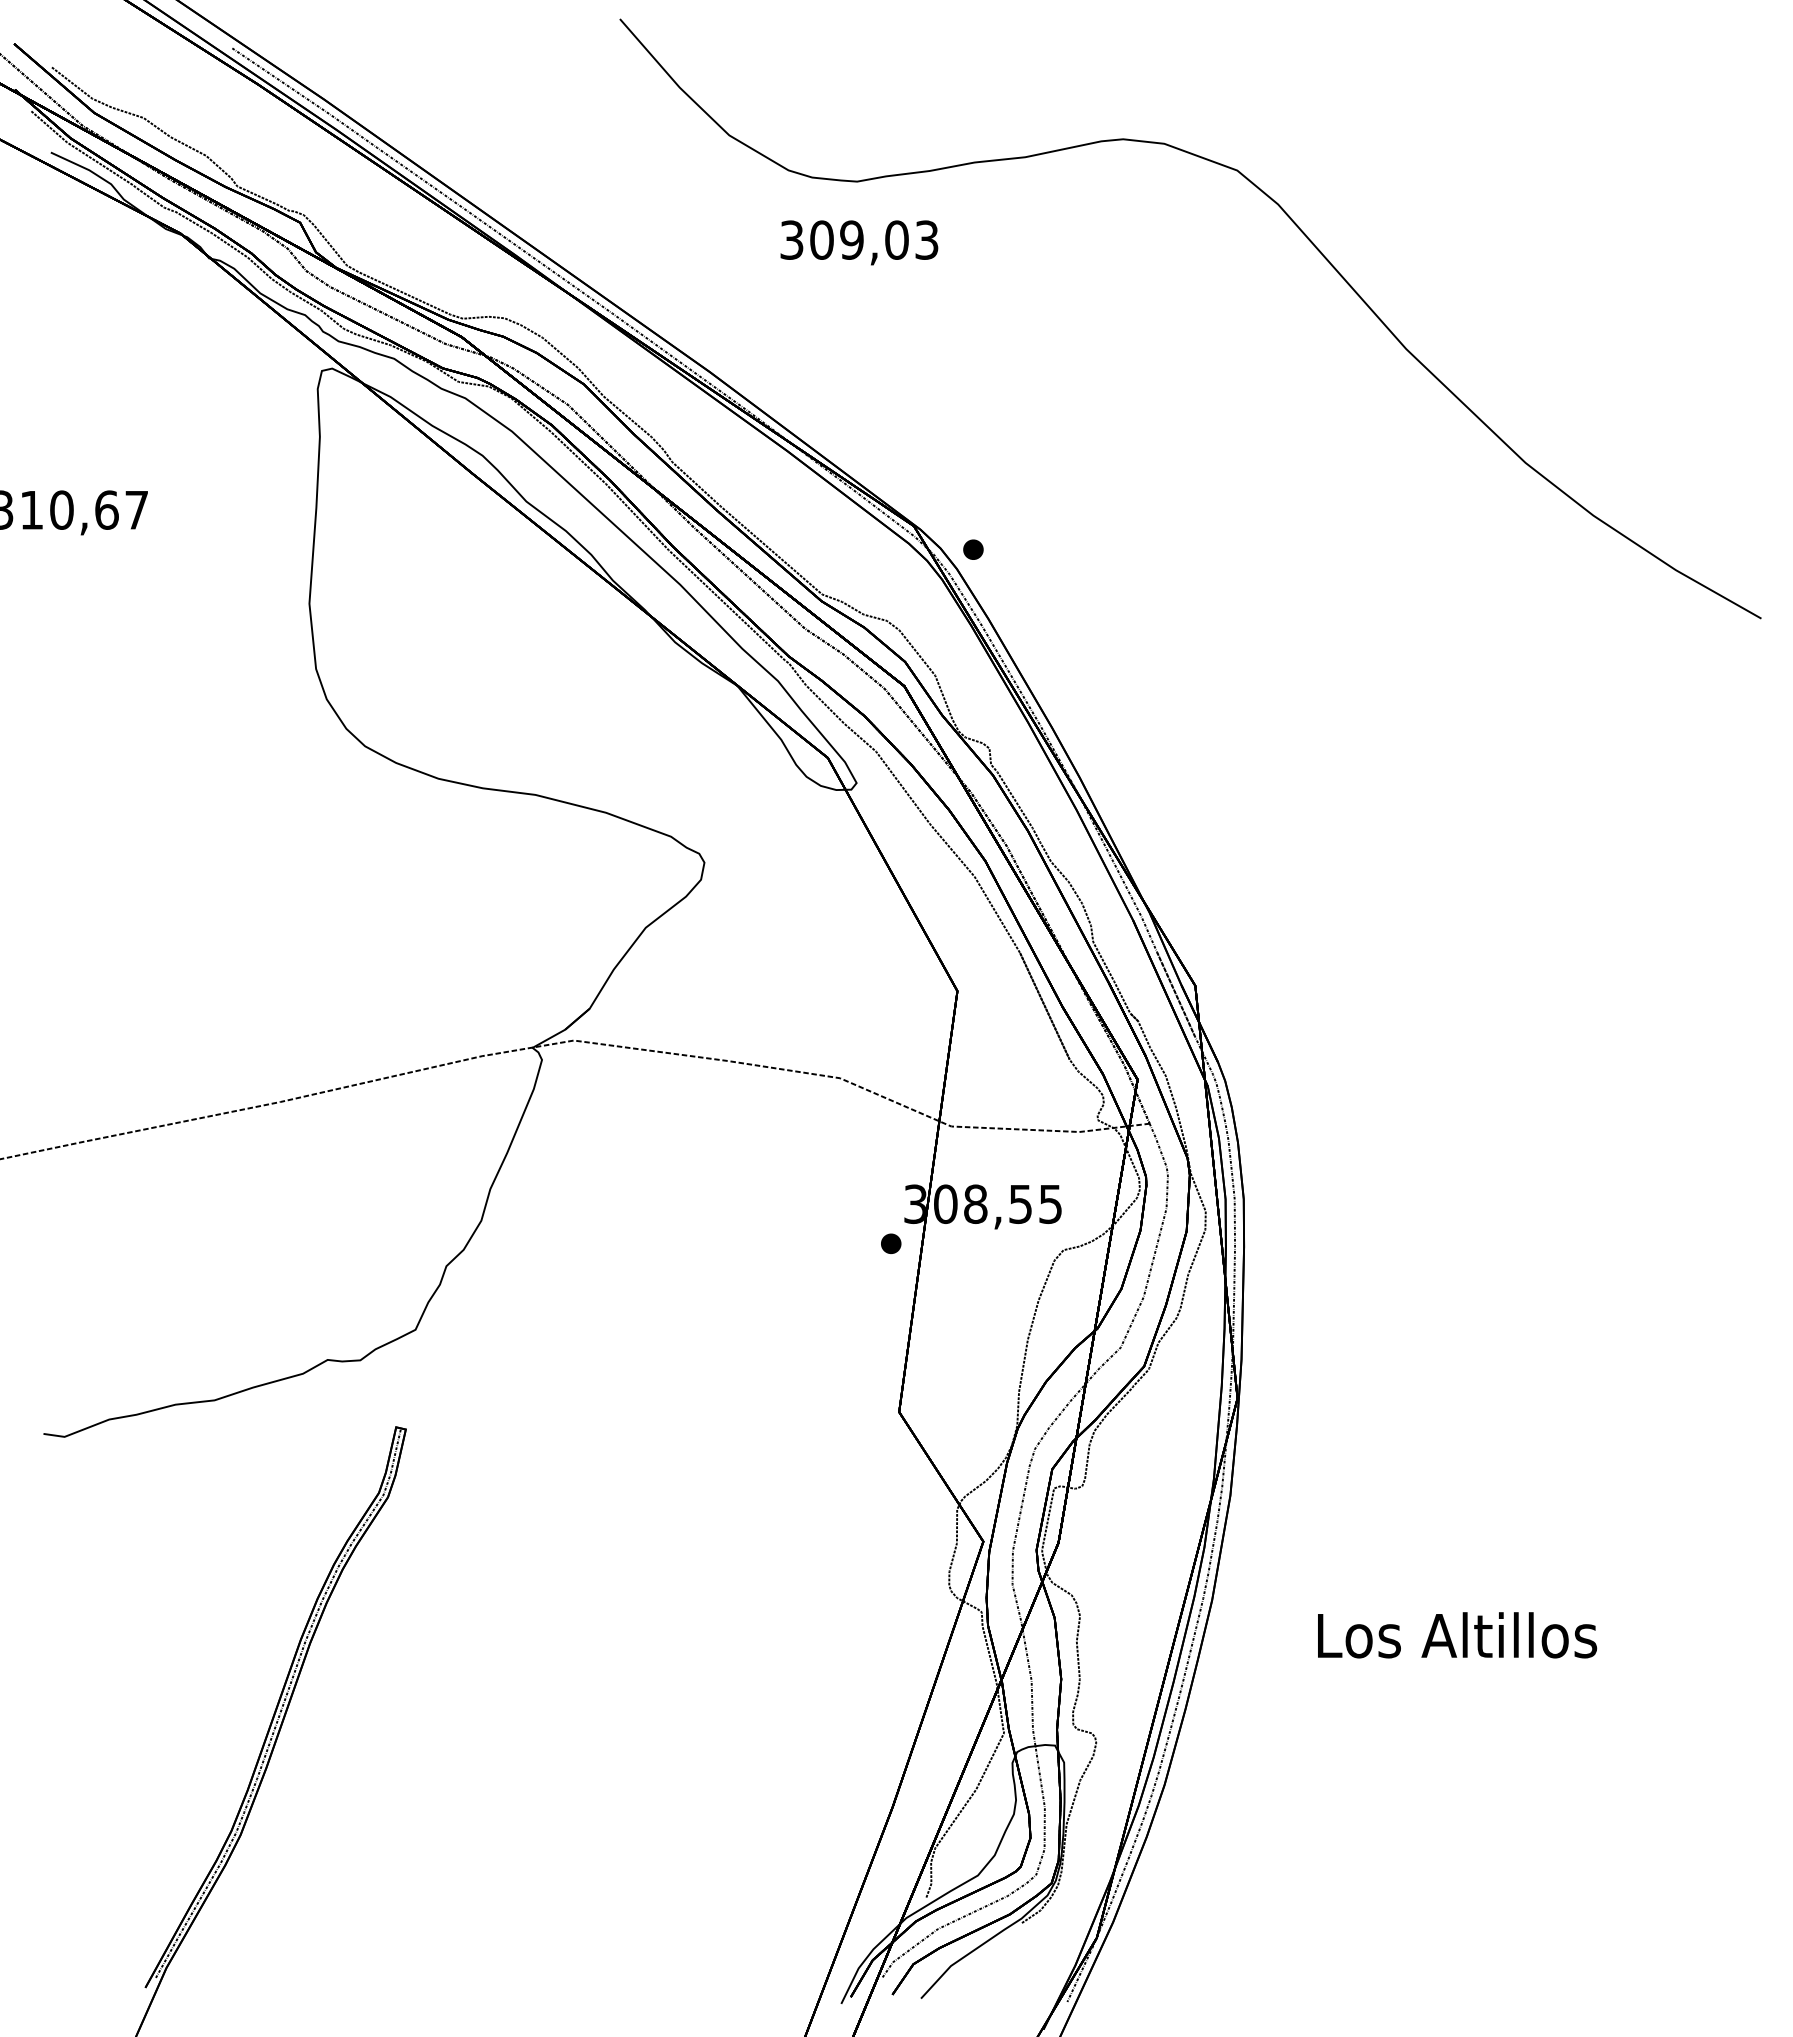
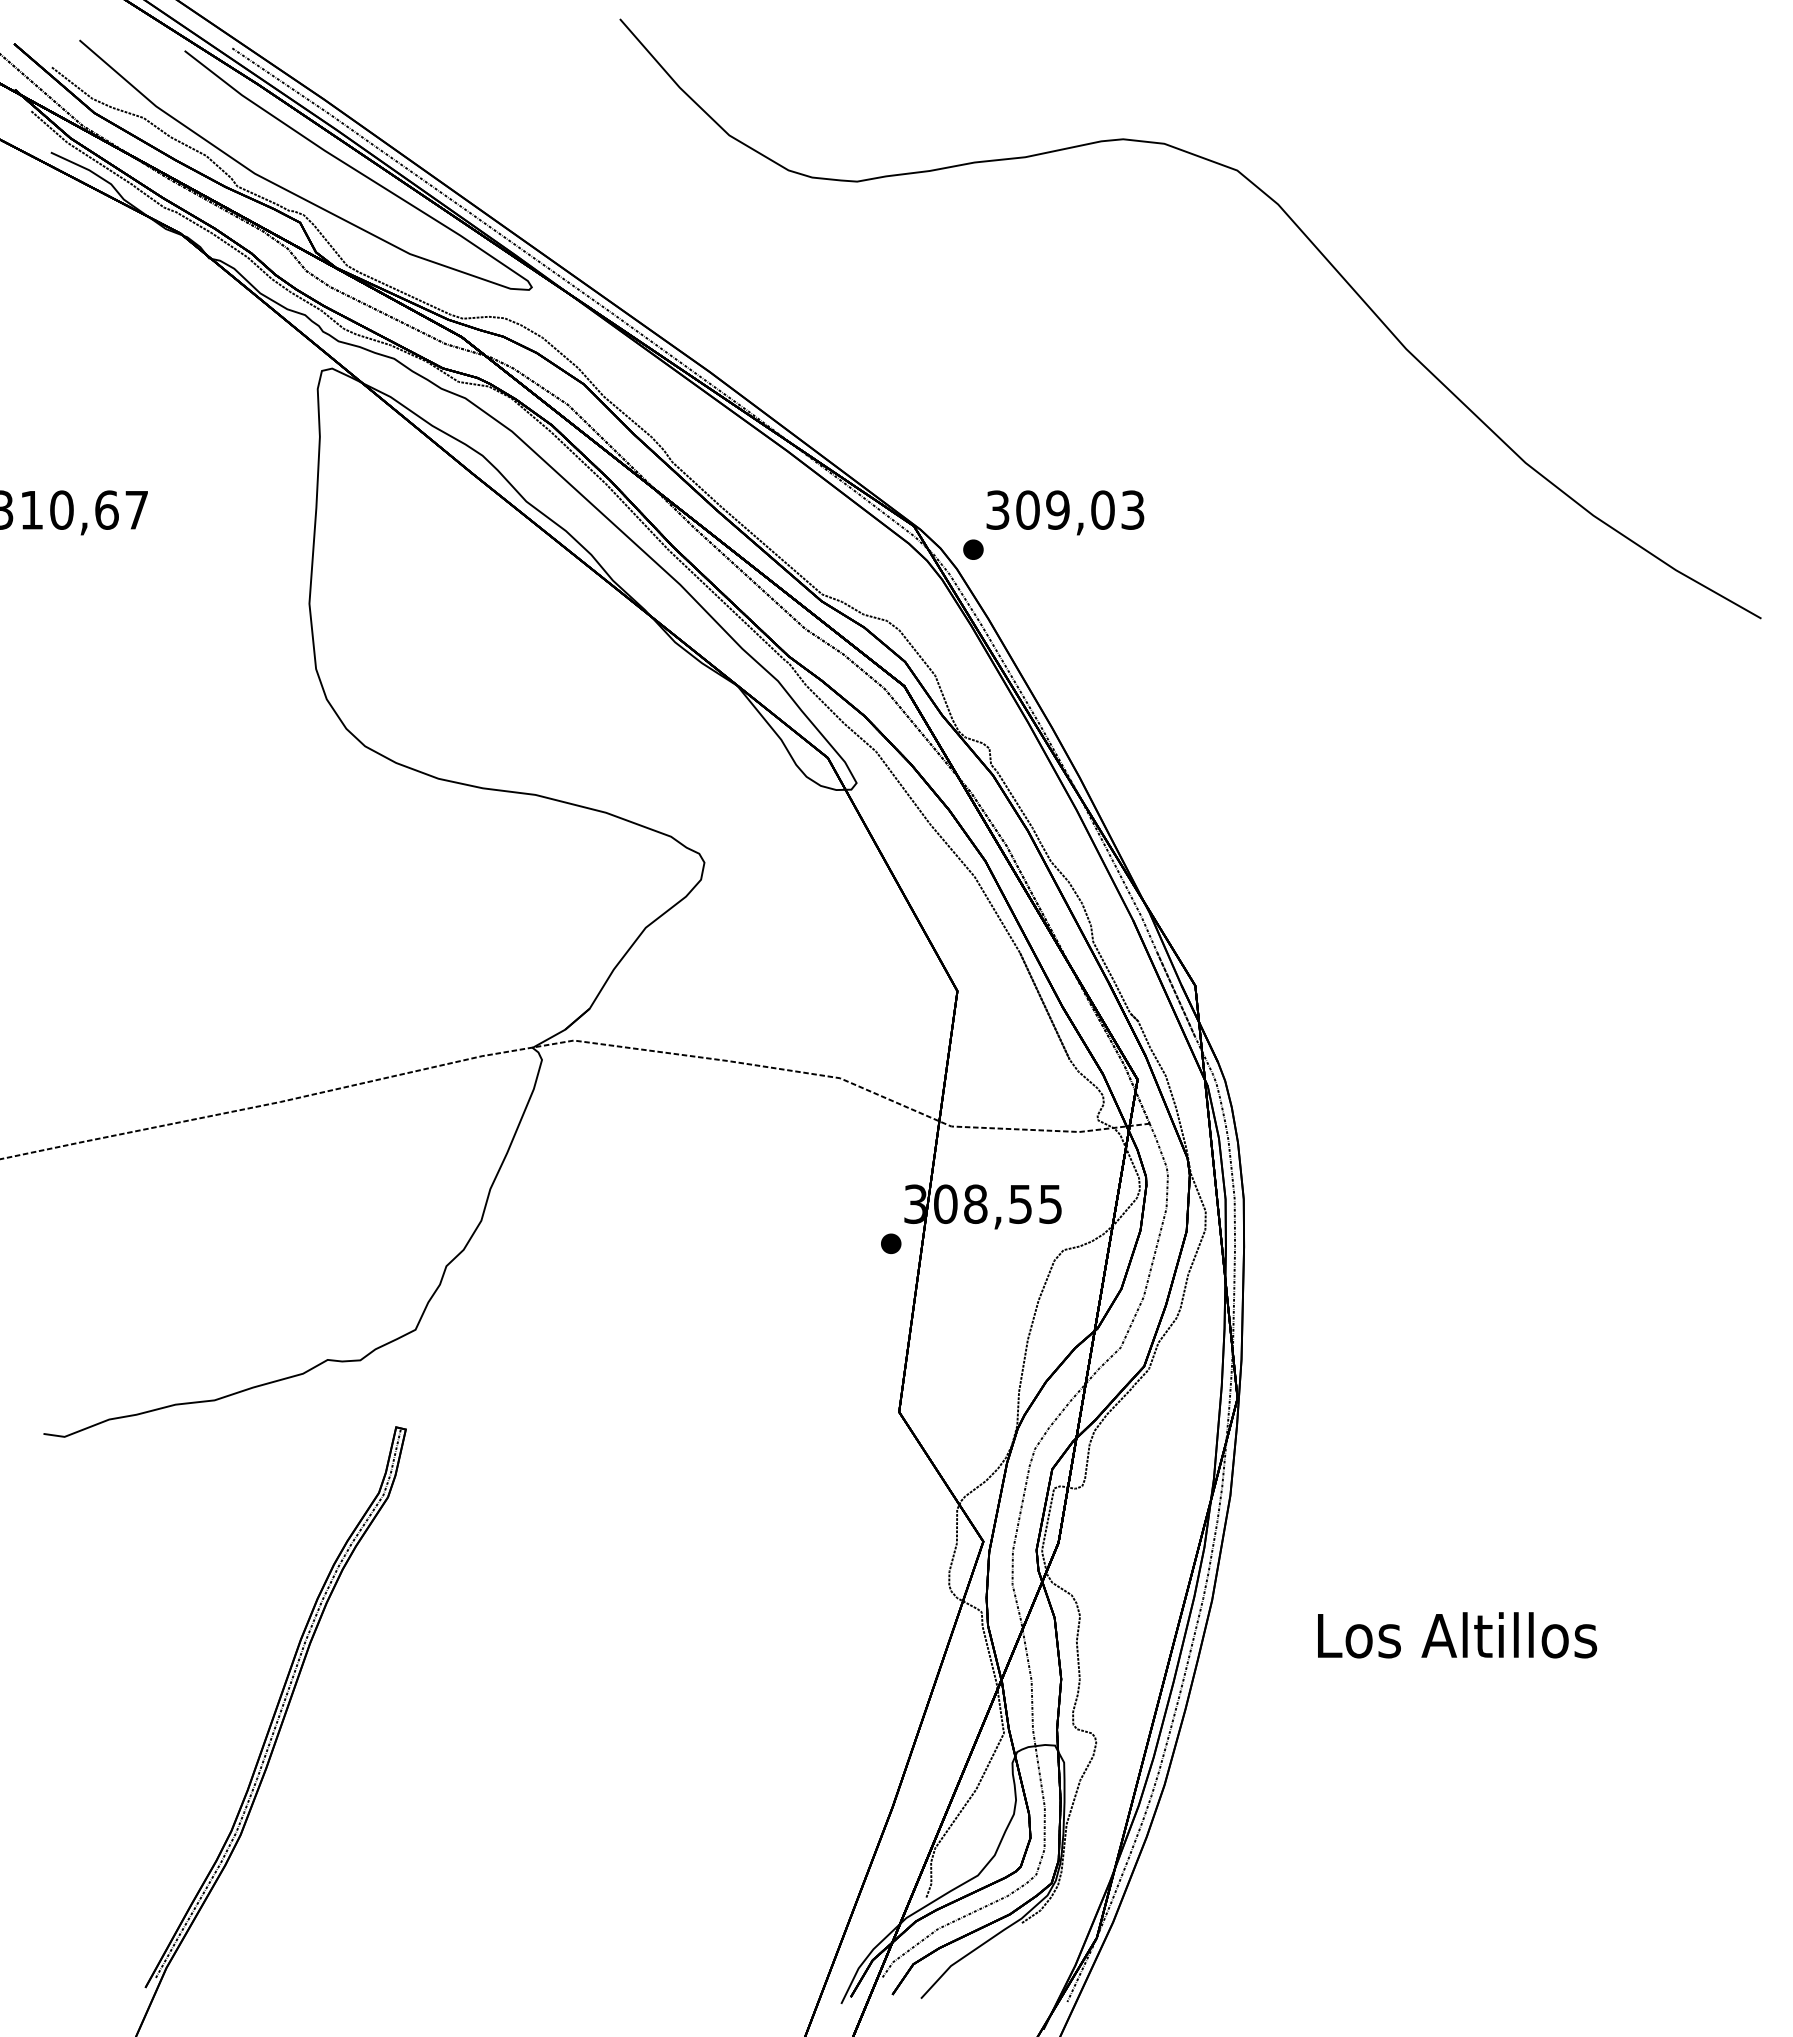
curve at (316, 146): none -> present
text at (859, 242) position: (859, 242) -> (1065, 512)
